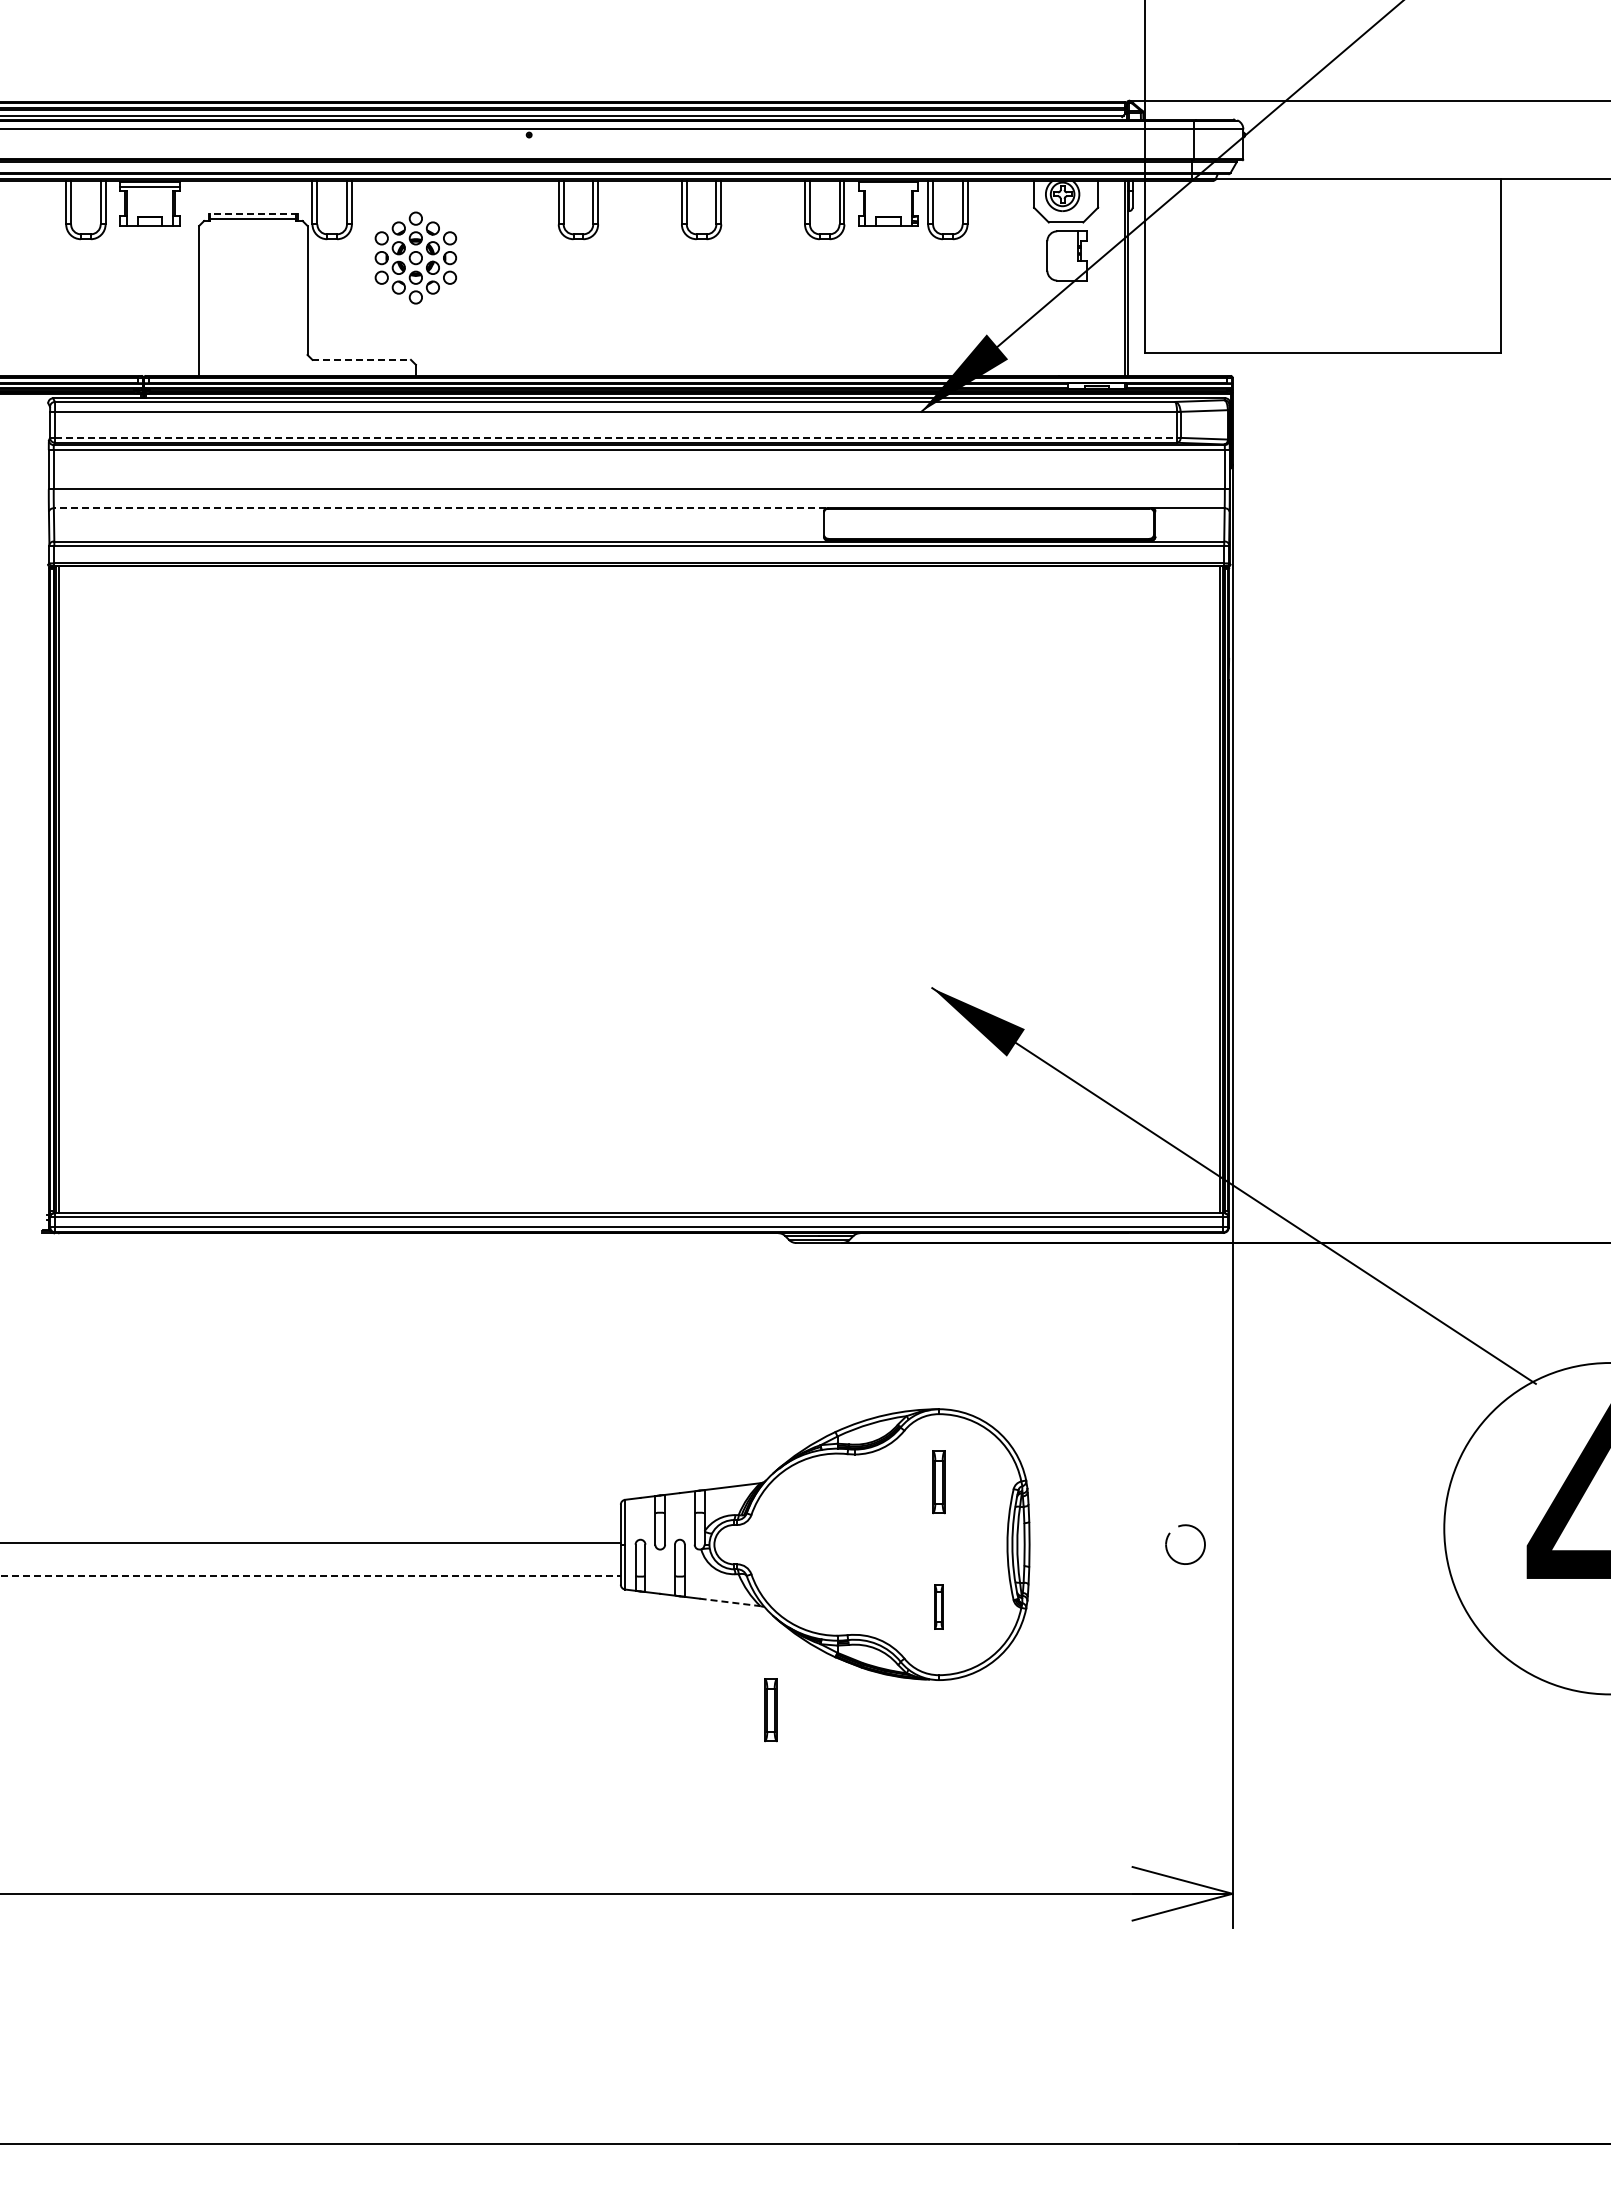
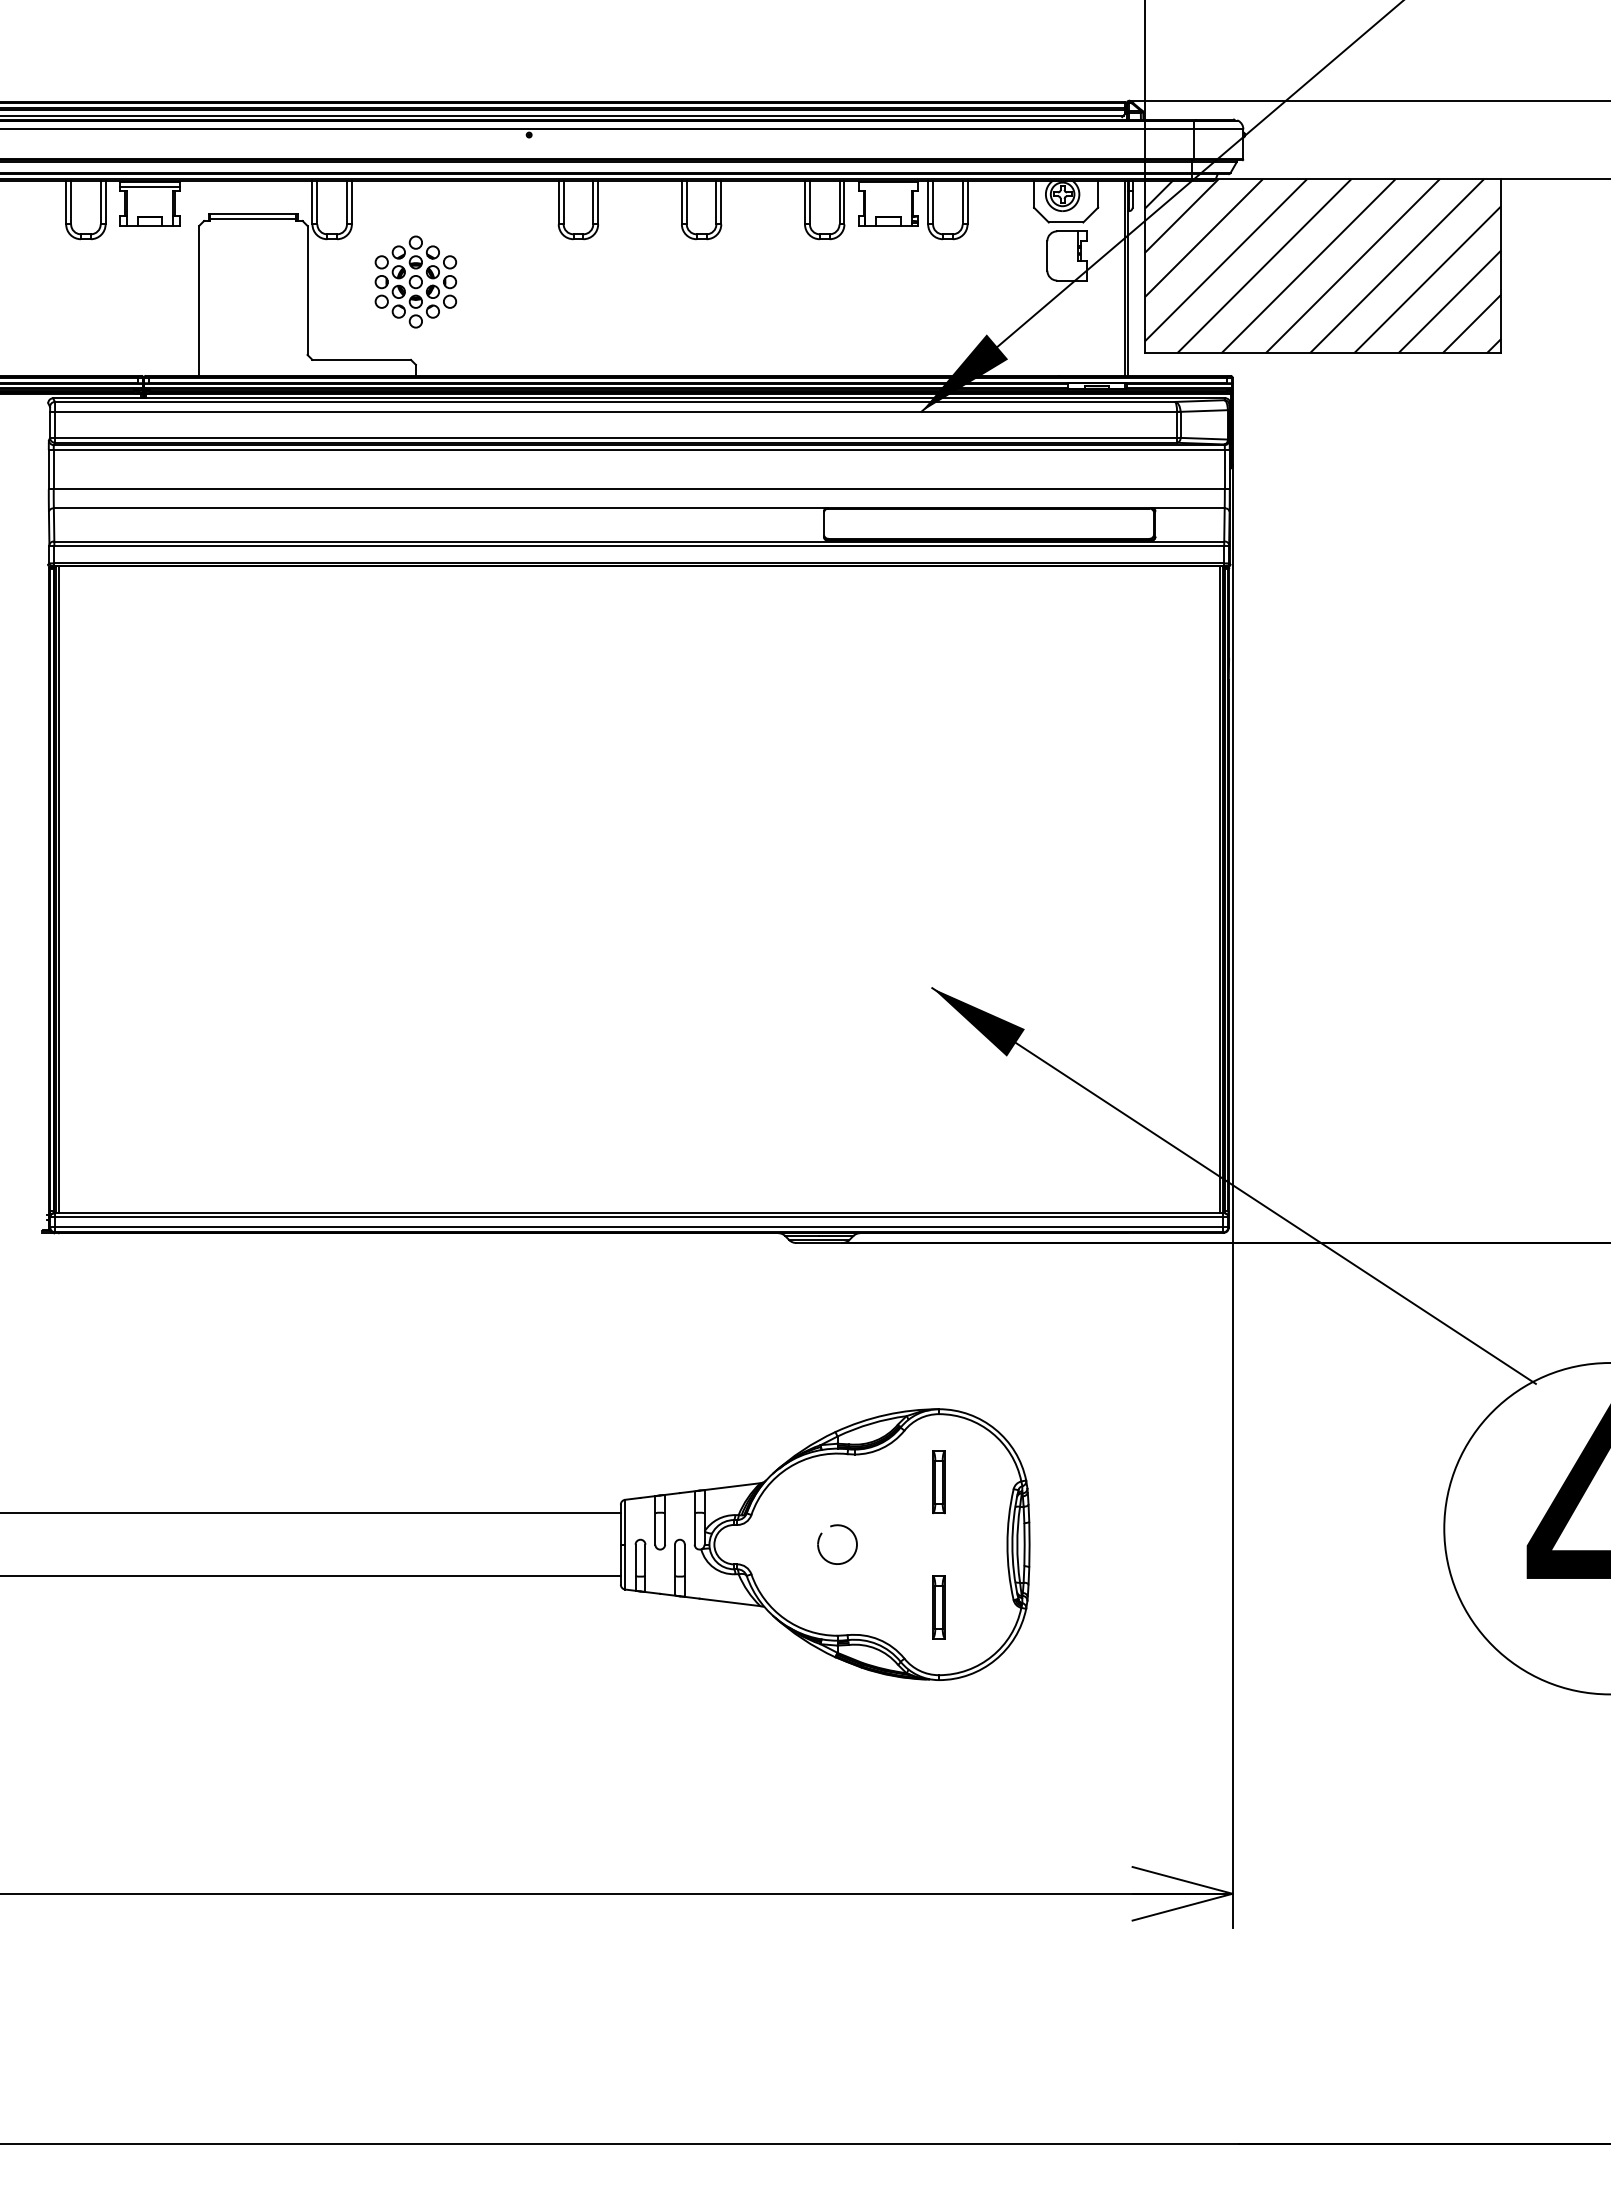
line at (252, 213): dashed -> solid
part at (415, 257) position: (415, 257) -> (415, 281)
hatch at (1322, 266): none -> present
line at (362, 359): dashed -> solid
line at (616, 437): dashed -> solid
line at (439, 508): dashed -> solid
part at (1185, 1526) position: (1185, 1526) -> (837, 1526)
line at (311, 1542) position: (311, 1542) -> (311, 1512)
line at (311, 1576): dashed -> solid
line at (730, 1602): dashed -> solid
part at (938, 1606) size: 10x46 px -> 14x65 px
part at (770, 1710): present -> none
